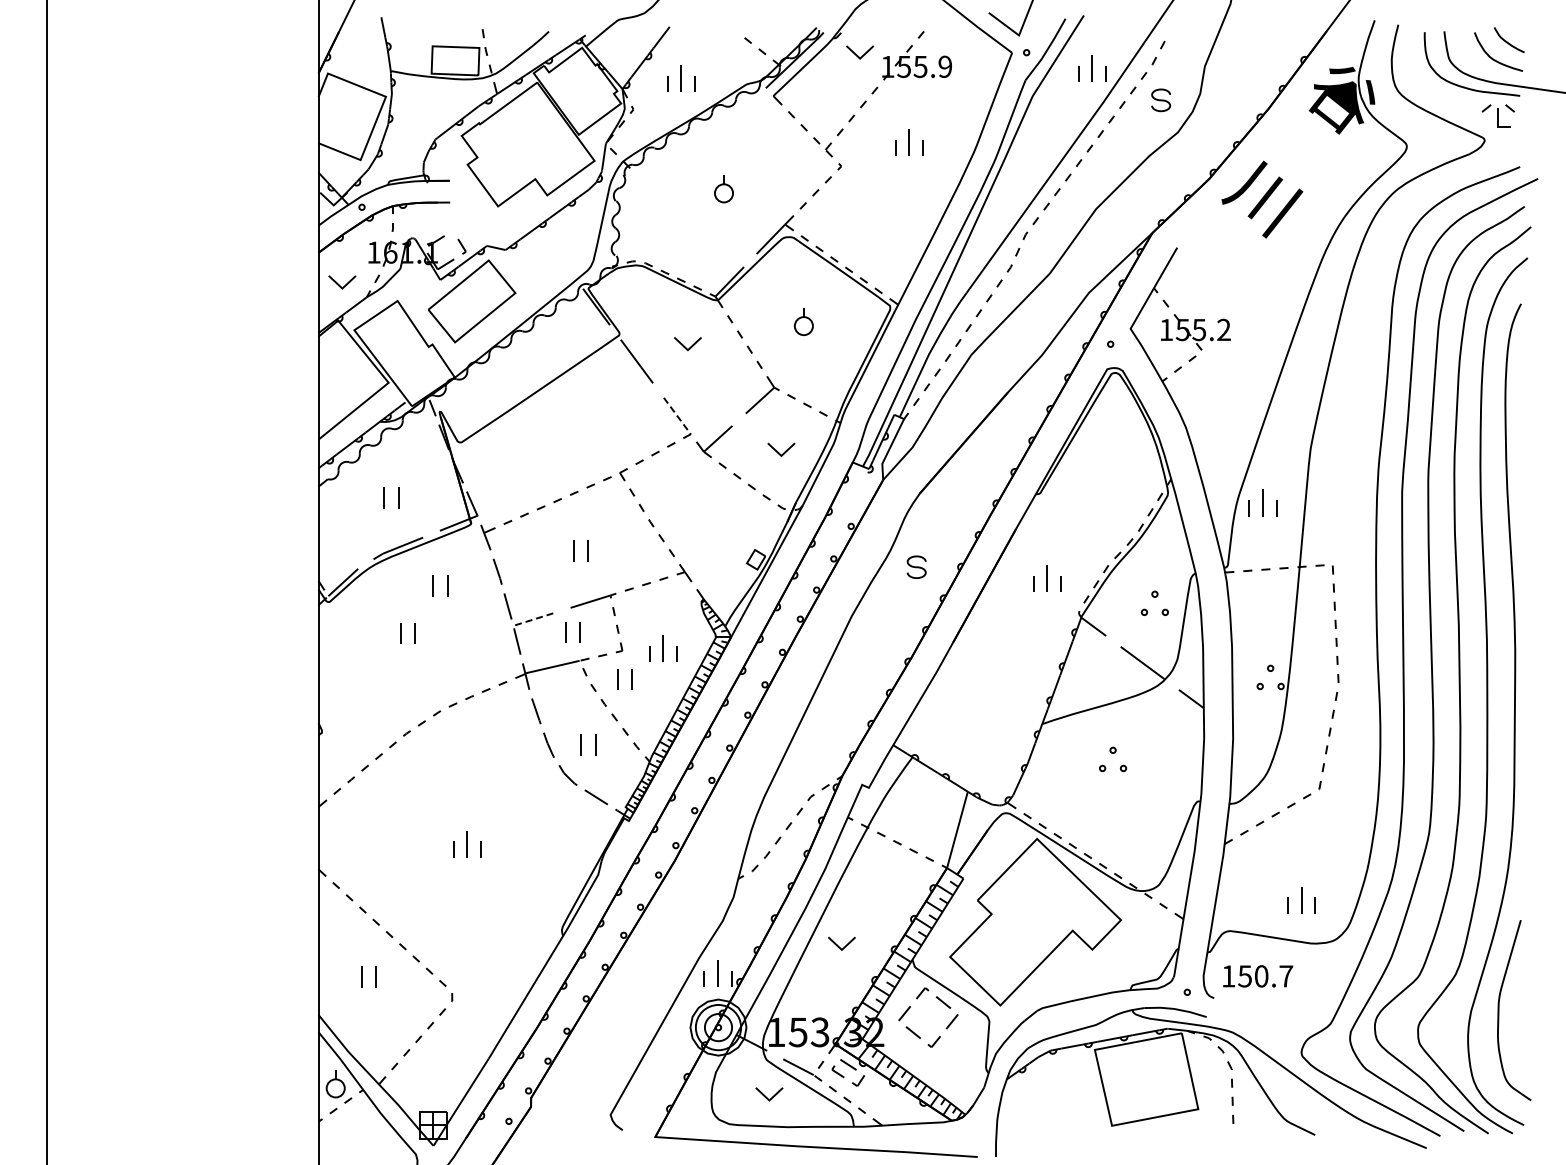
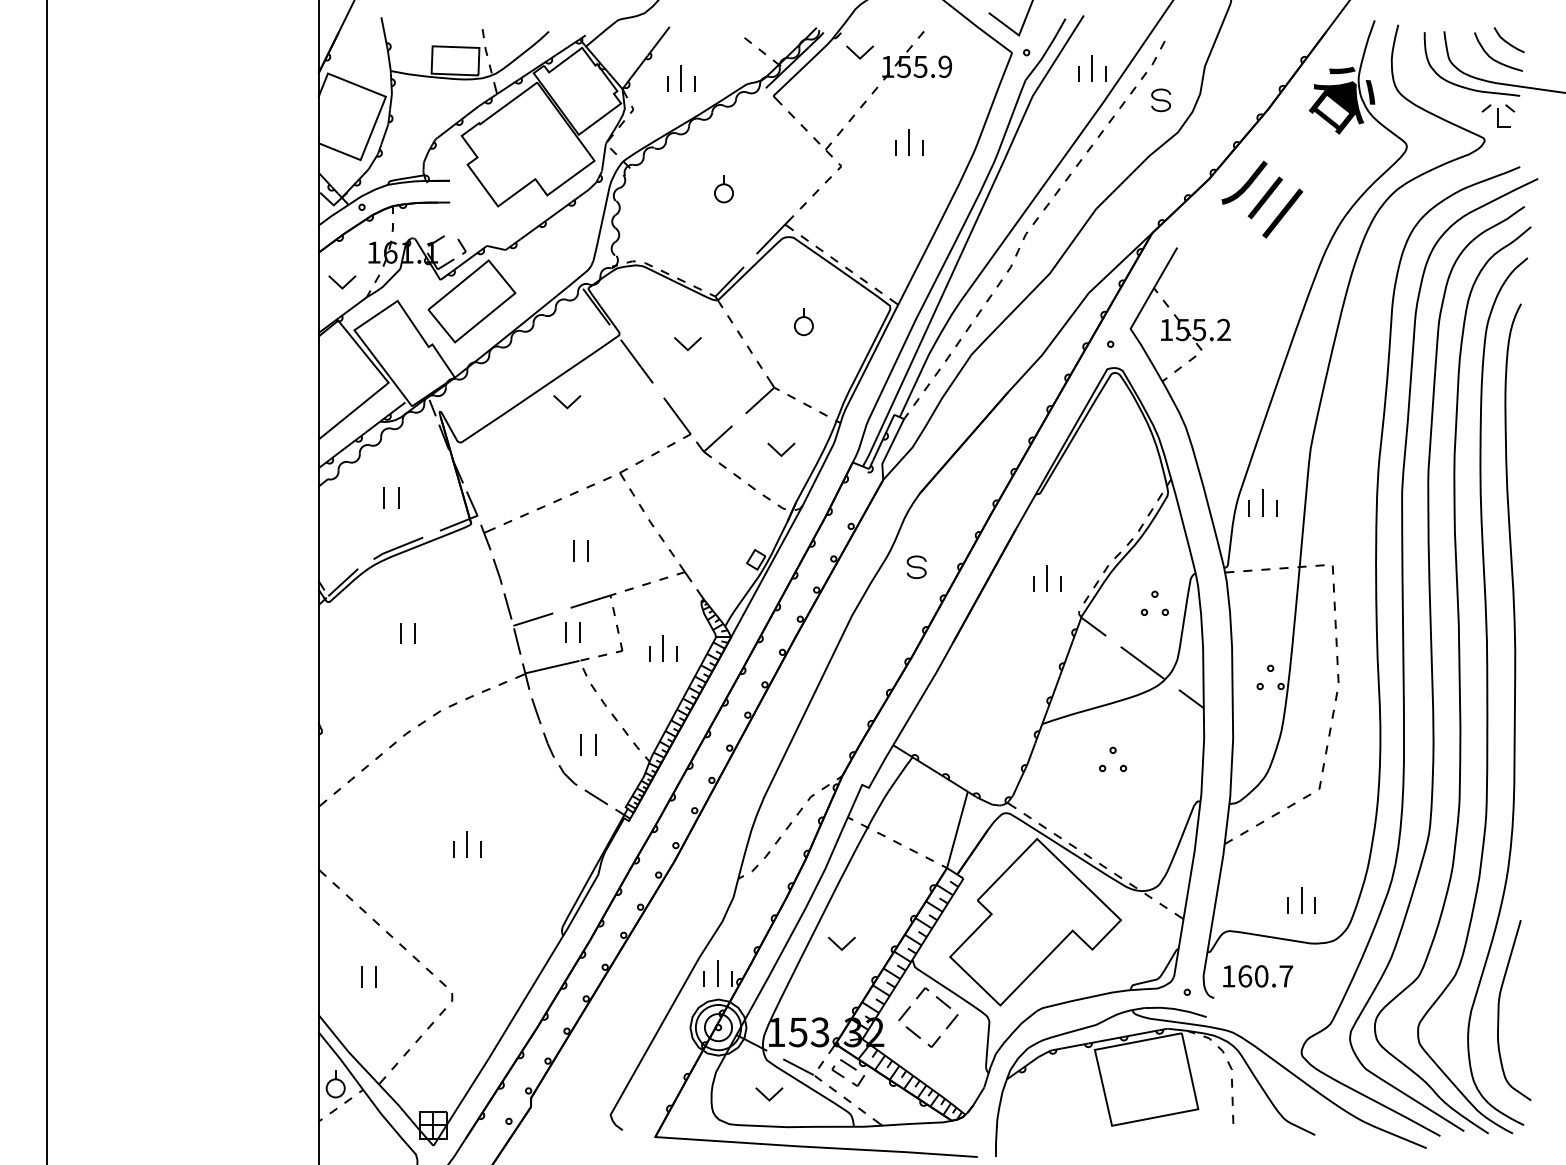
part at (567, 402): none -> present
line at (677, 416): dashed -> solid
part at (433, 585): present -> none
line at (533, 619): dashed -> solid
part at (624, 679): present -> none
text at (1245, 976): 150.7 -> 160.7
